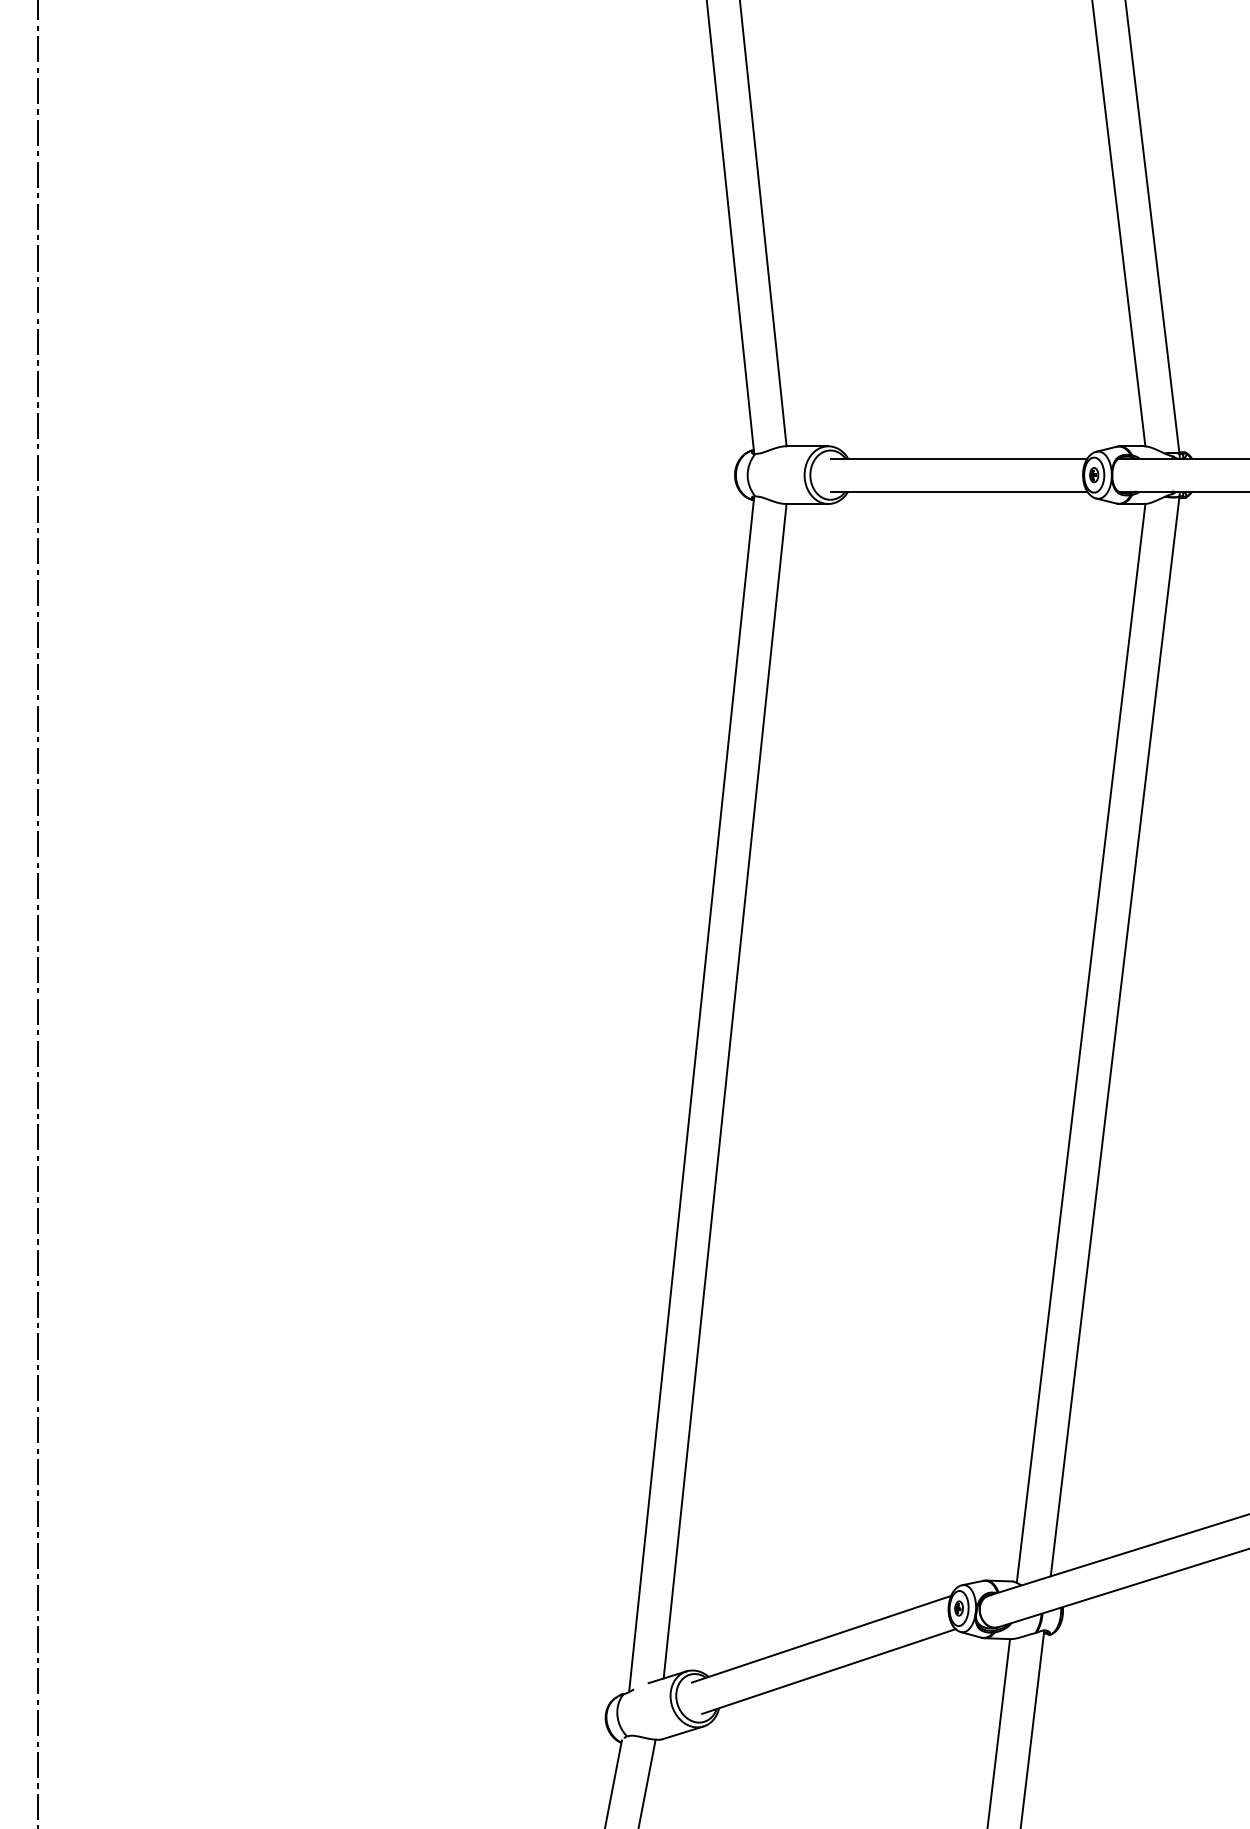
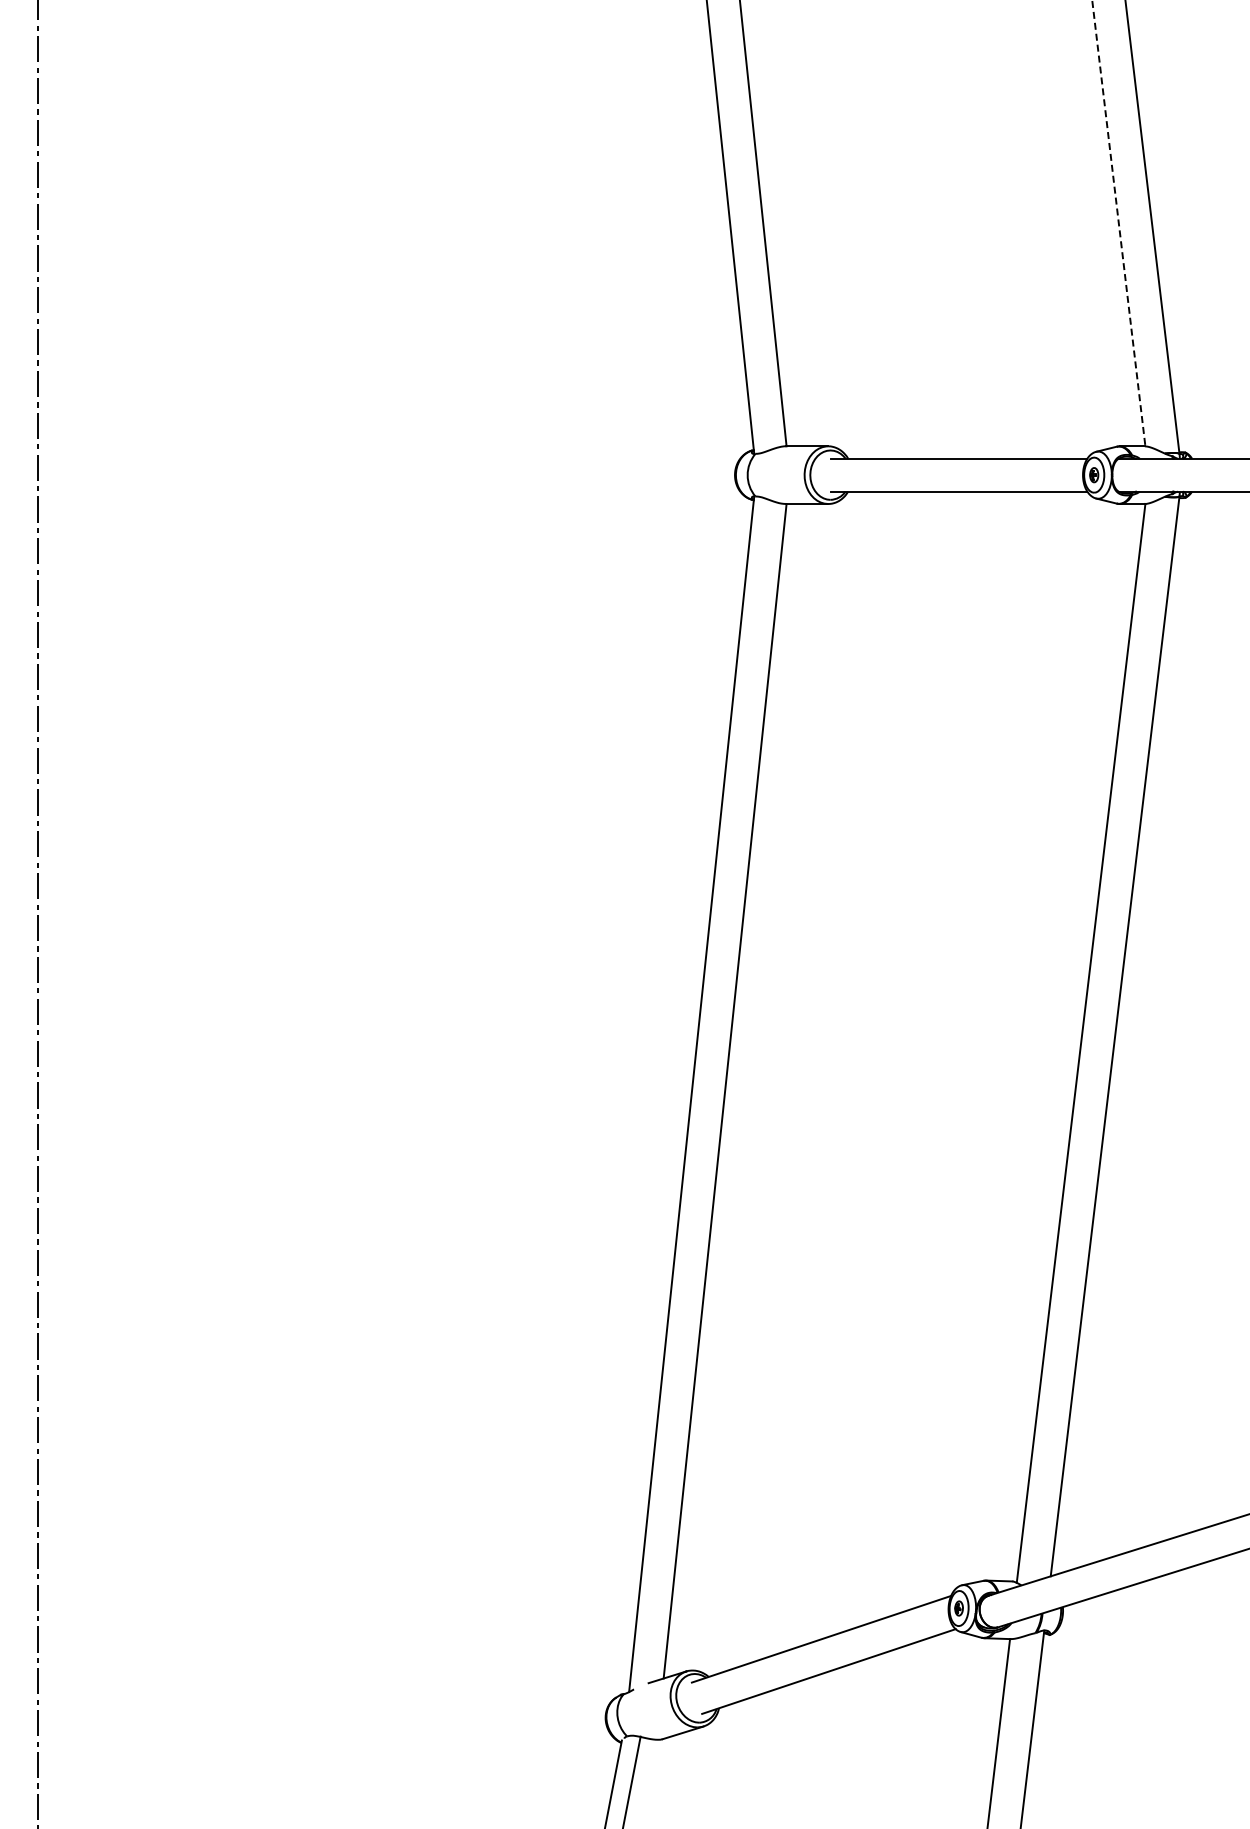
line at (1118, 224): solid -> dashed
line at (647, 1782) position: (647, 1782) -> (631, 1780)
